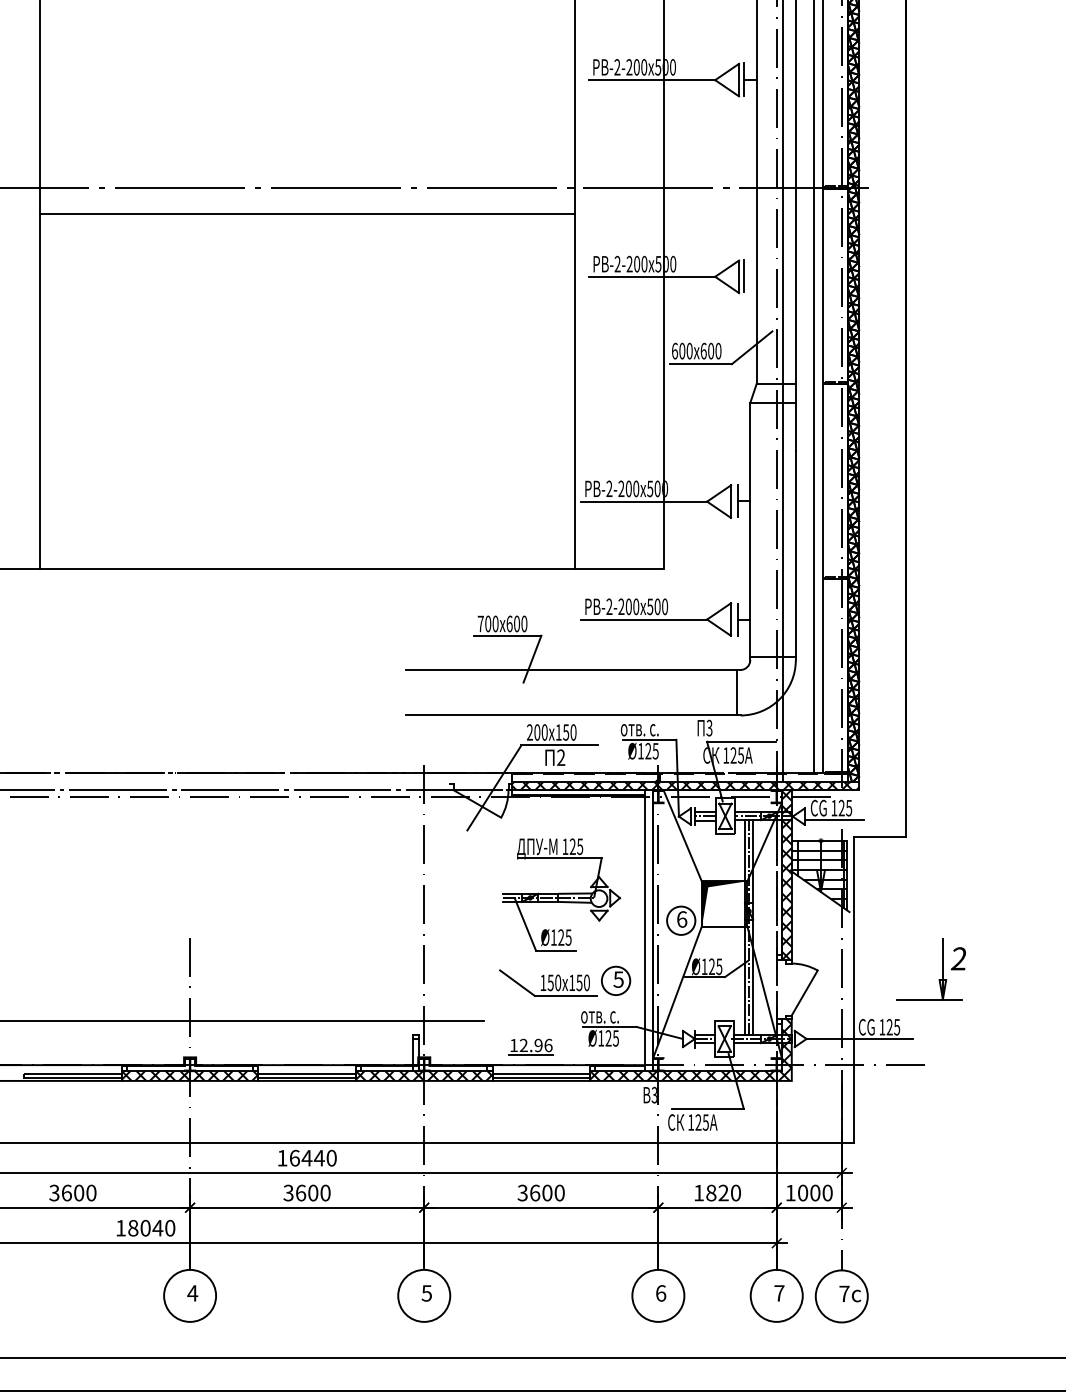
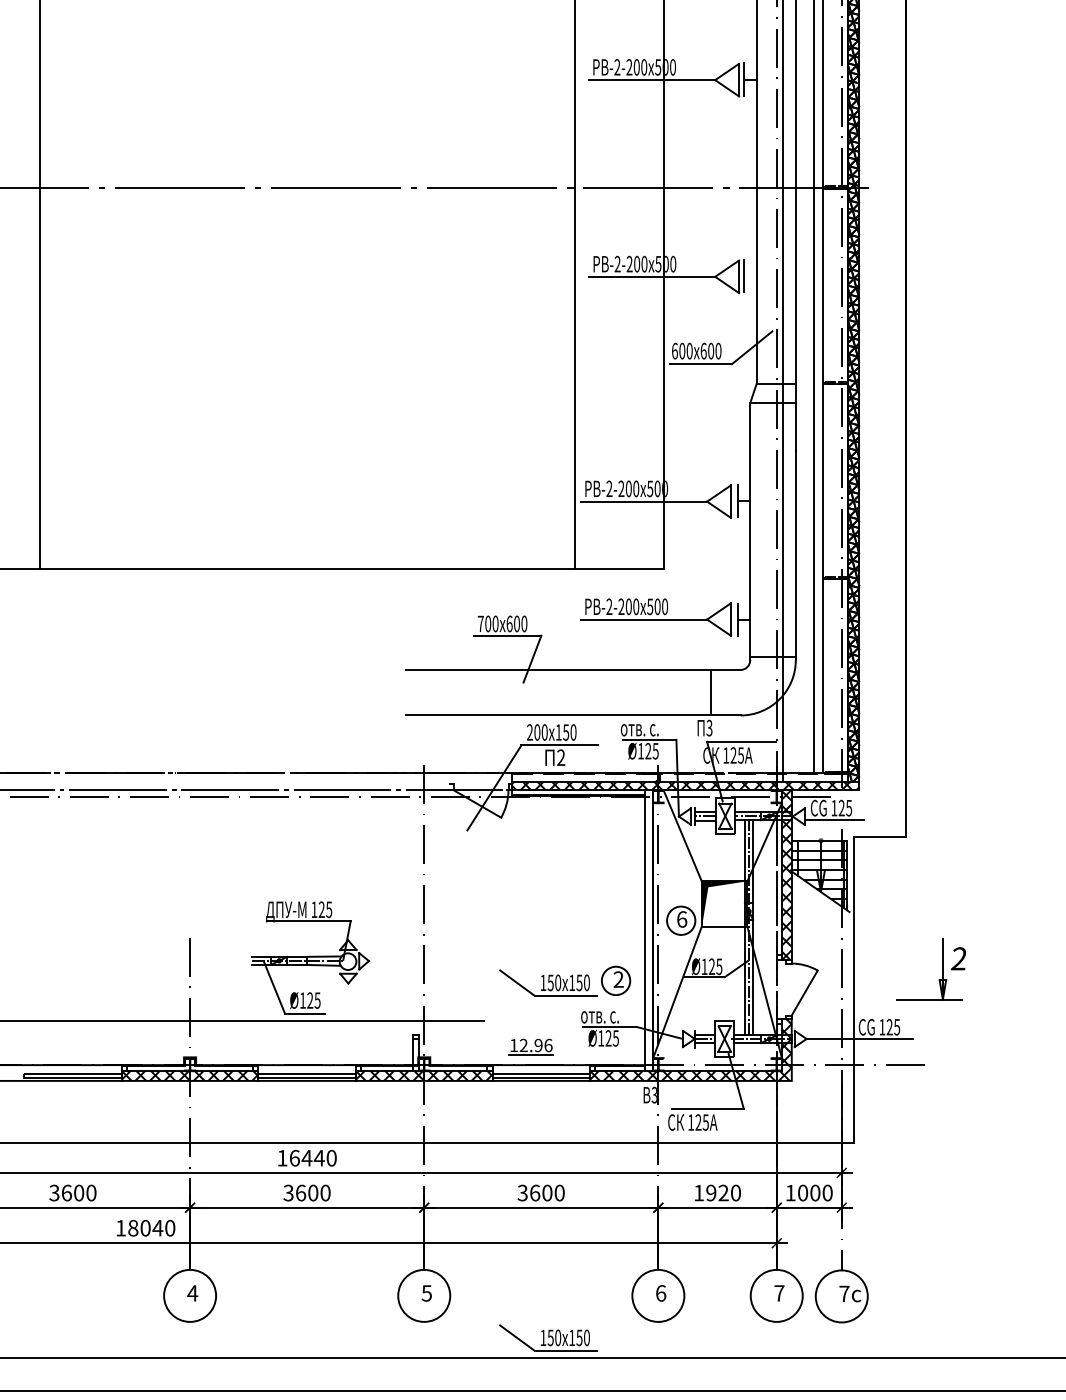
line at (306, 213): present -> none
line at (737, 692) position: (737, 692) -> (711, 692)
part at (561, 894) position: (561, 894) -> (310, 957)
text at (618, 979): 5 -> 2
text at (711, 1192): 1820 -> 1920
part at (548, 1337): none -> present
